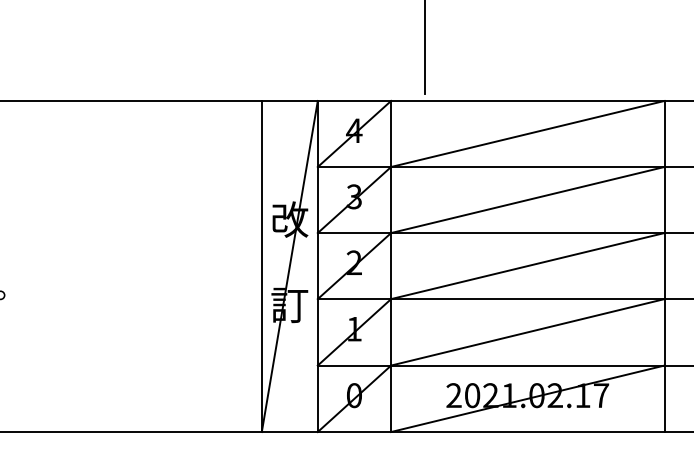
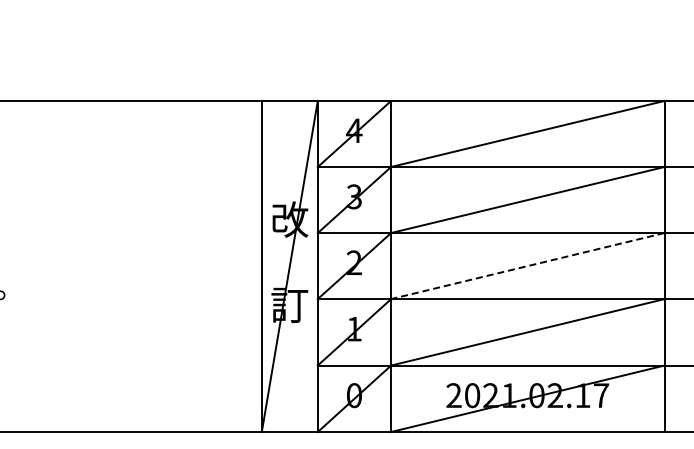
line at (424, 47): present -> none
line at (527, 266): solid -> dashed
